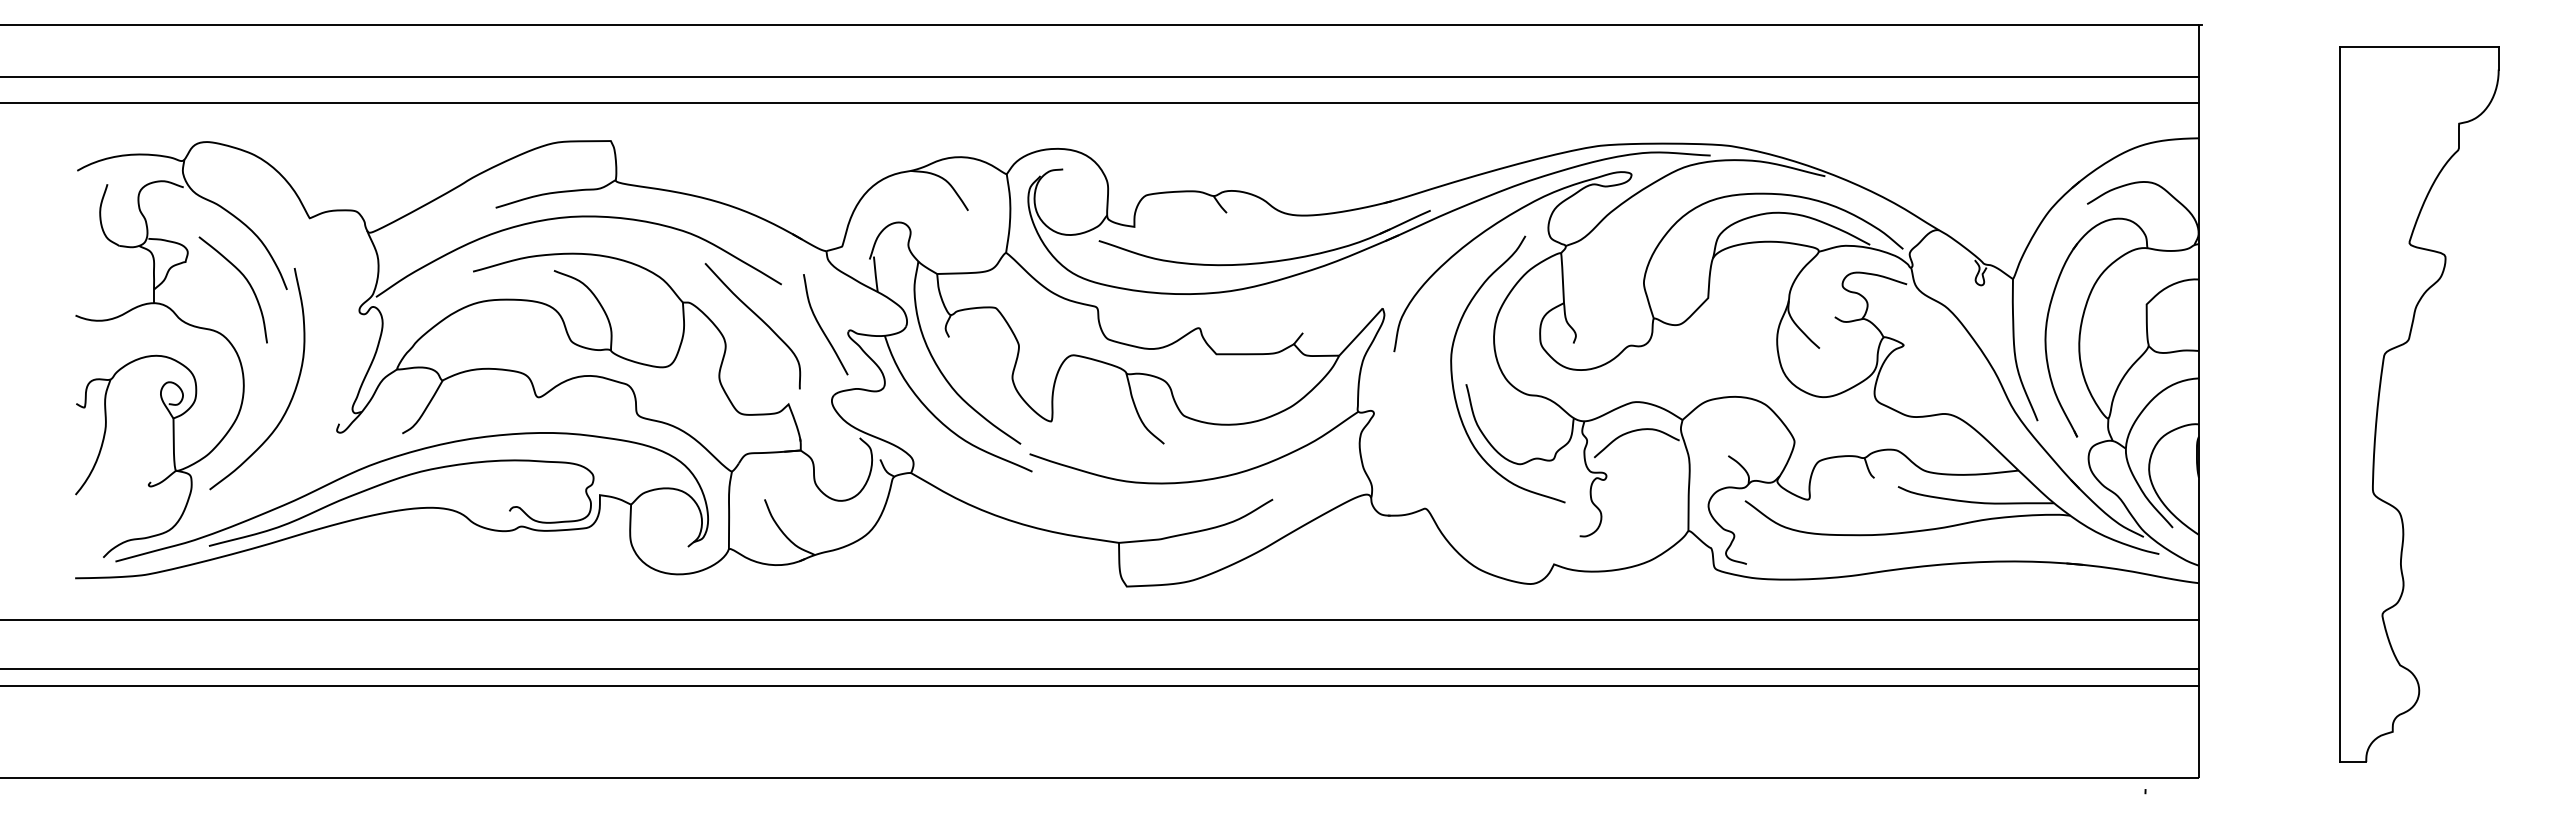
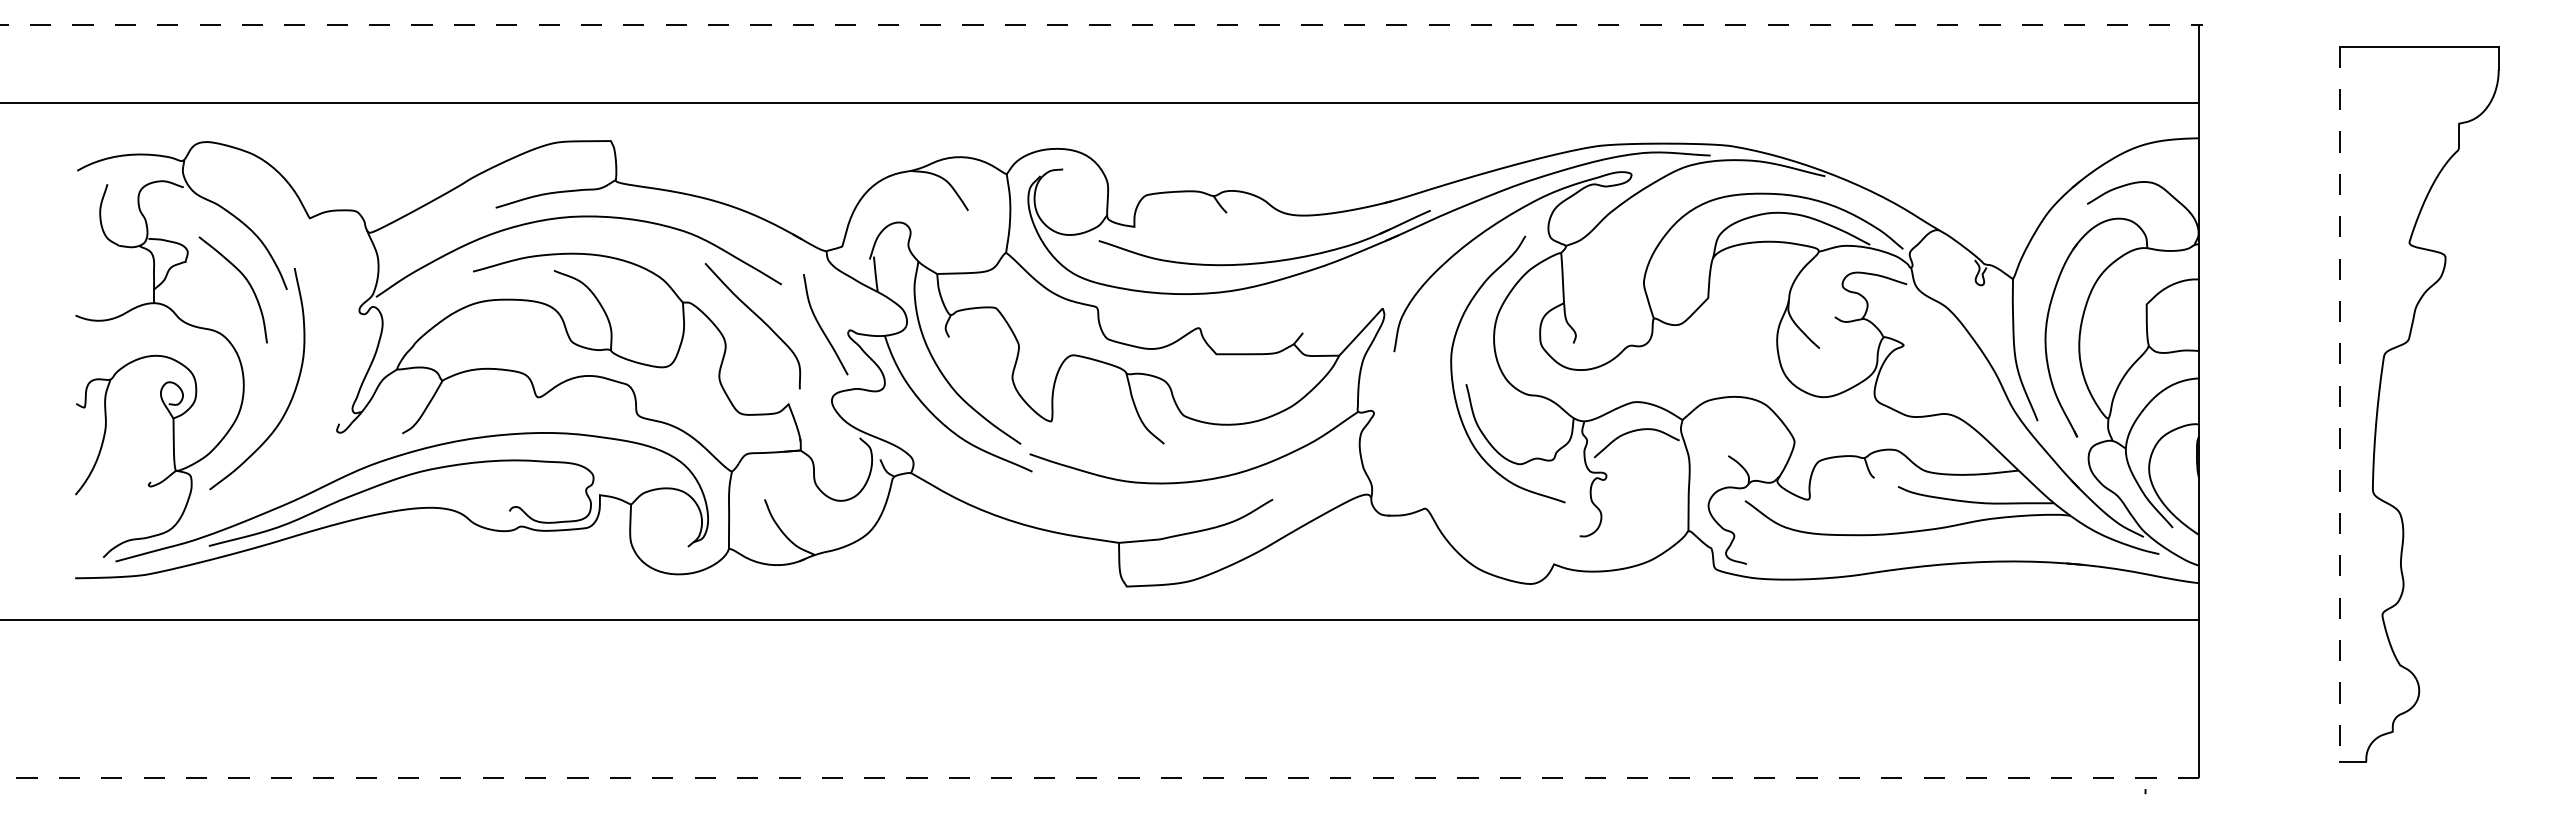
line at (1100, 24): solid -> dashed
line at (1100, 76): present -> none
line at (2339, 404): solid -> dashed
line at (1100, 669): present -> none
line at (1100, 686): present -> none
line at (1099, 777): solid -> dashed
